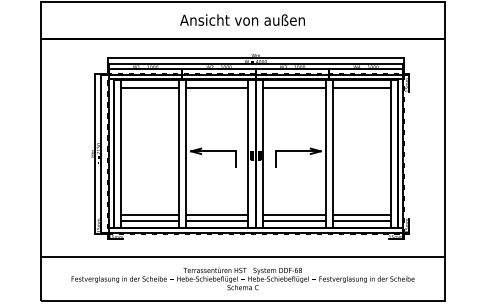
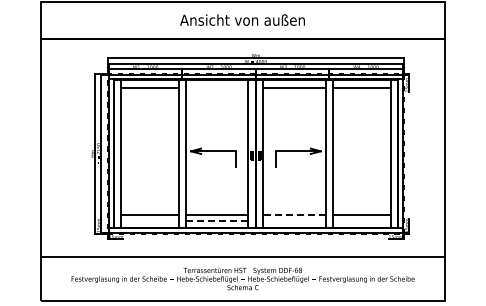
line at (217, 87): present -> none
line at (294, 215): solid -> dashed
line at (149, 220): present -> none
line at (217, 220): solid -> dashed
line at (294, 220): present -> none
line at (361, 220): present -> none
